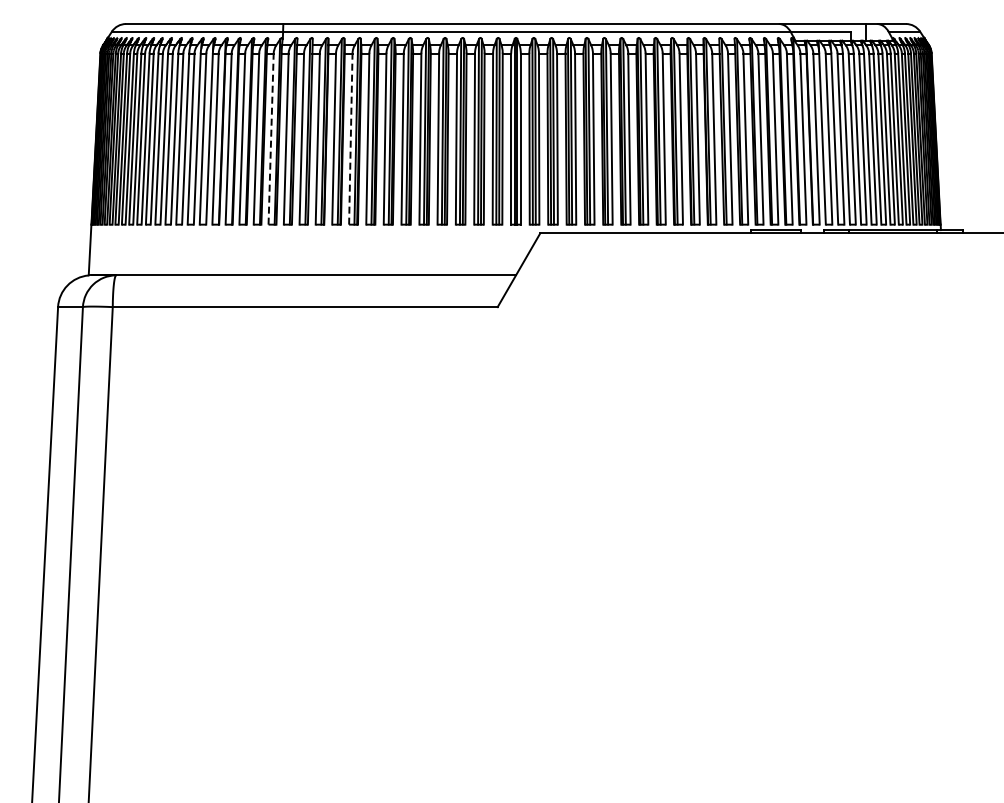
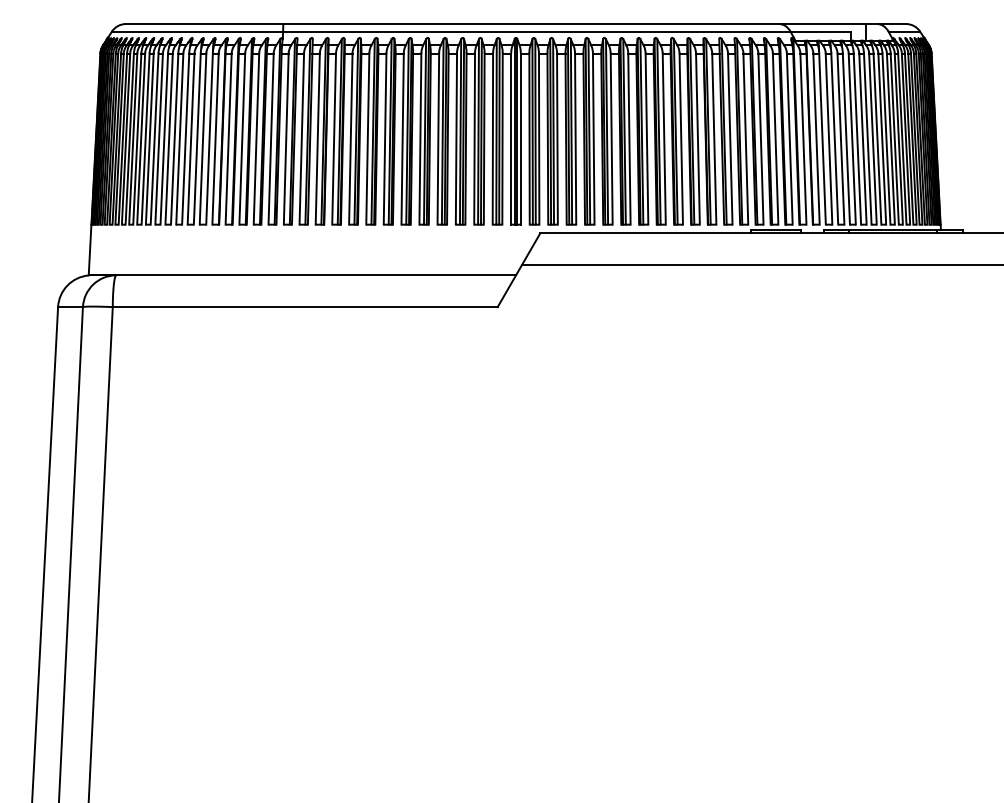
line at (271, 139): dashed -> solid
line at (350, 139): dashed -> solid
line at (760, 265): none -> present
